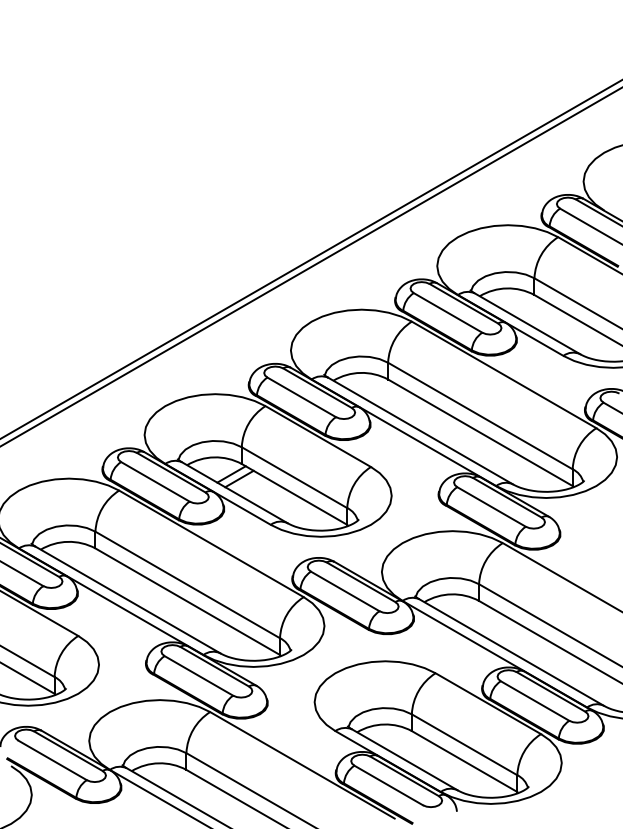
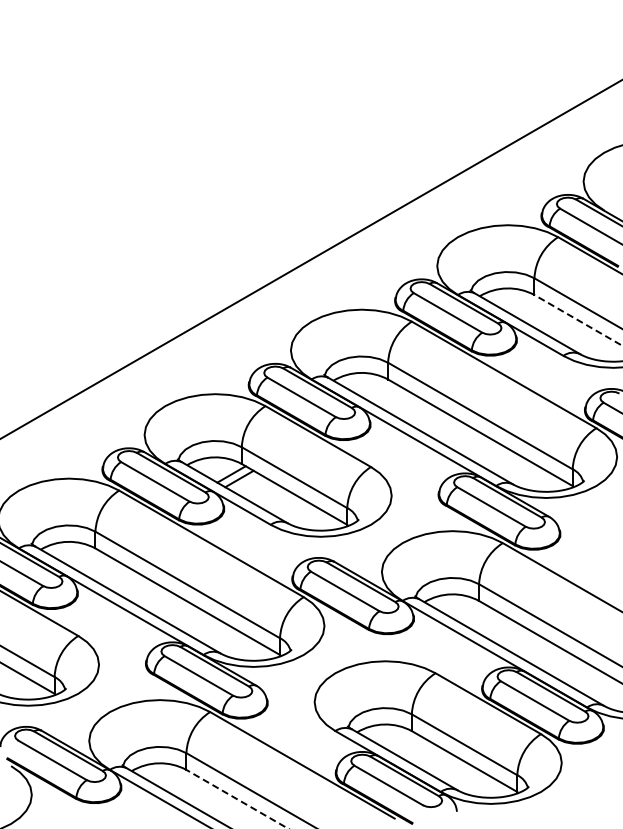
line at (310, 267): present -> none
line at (578, 320): solid -> dashed
line at (237, 799): solid -> dashed
